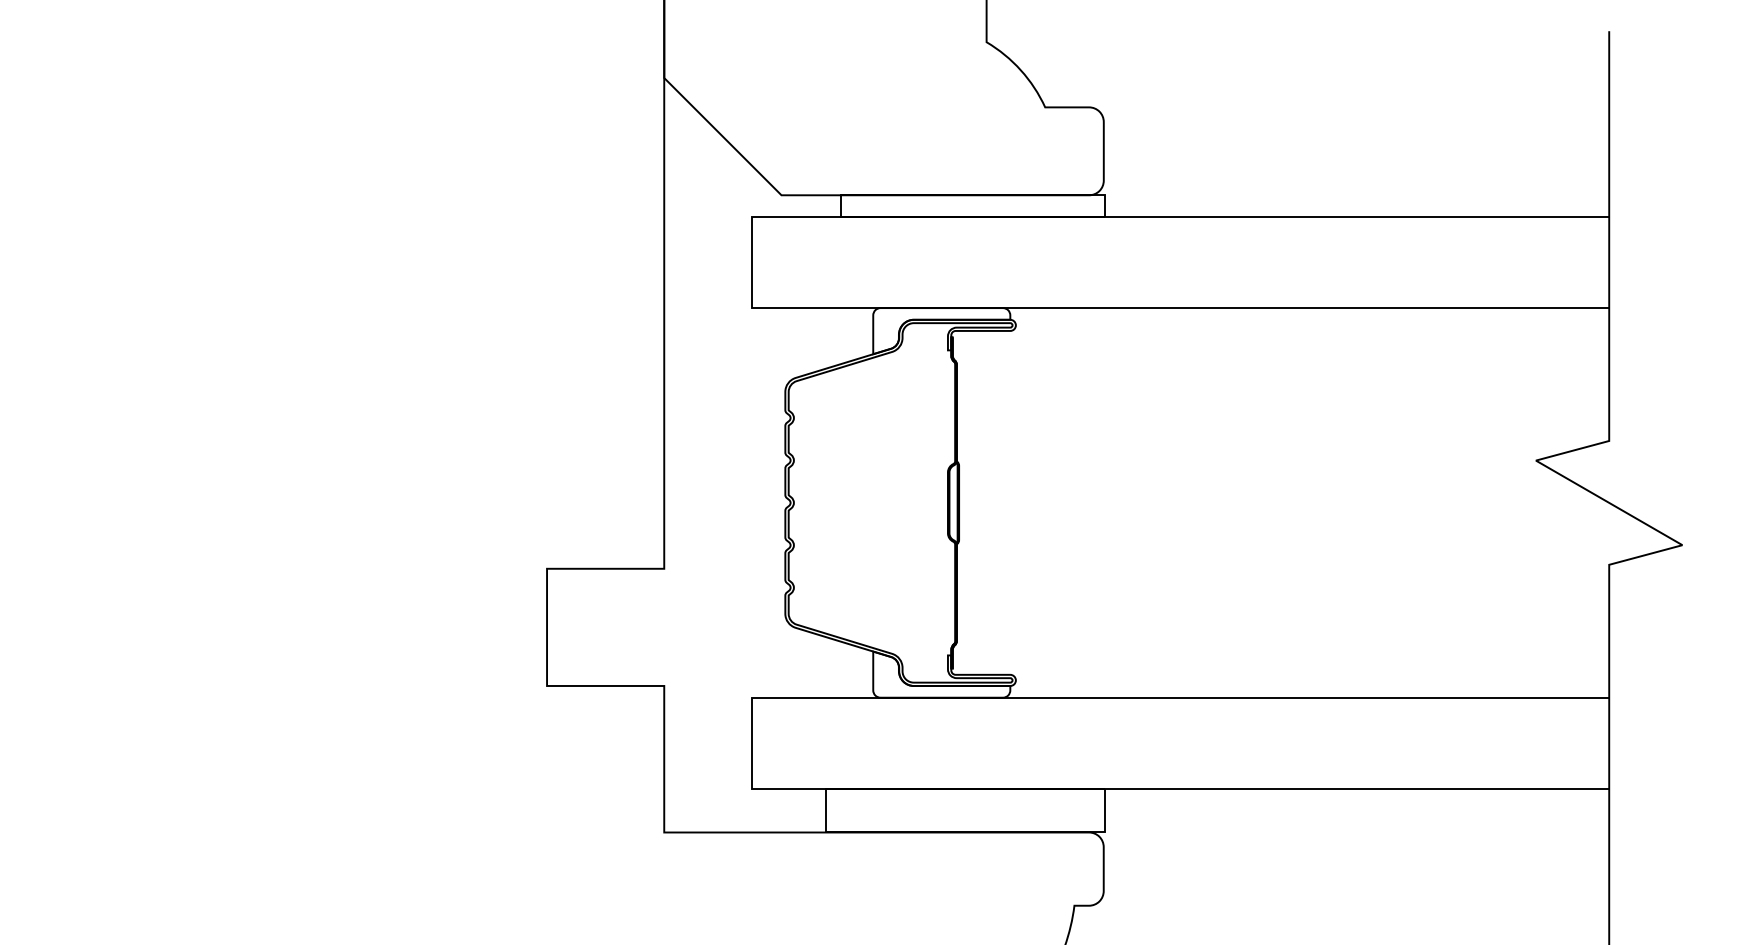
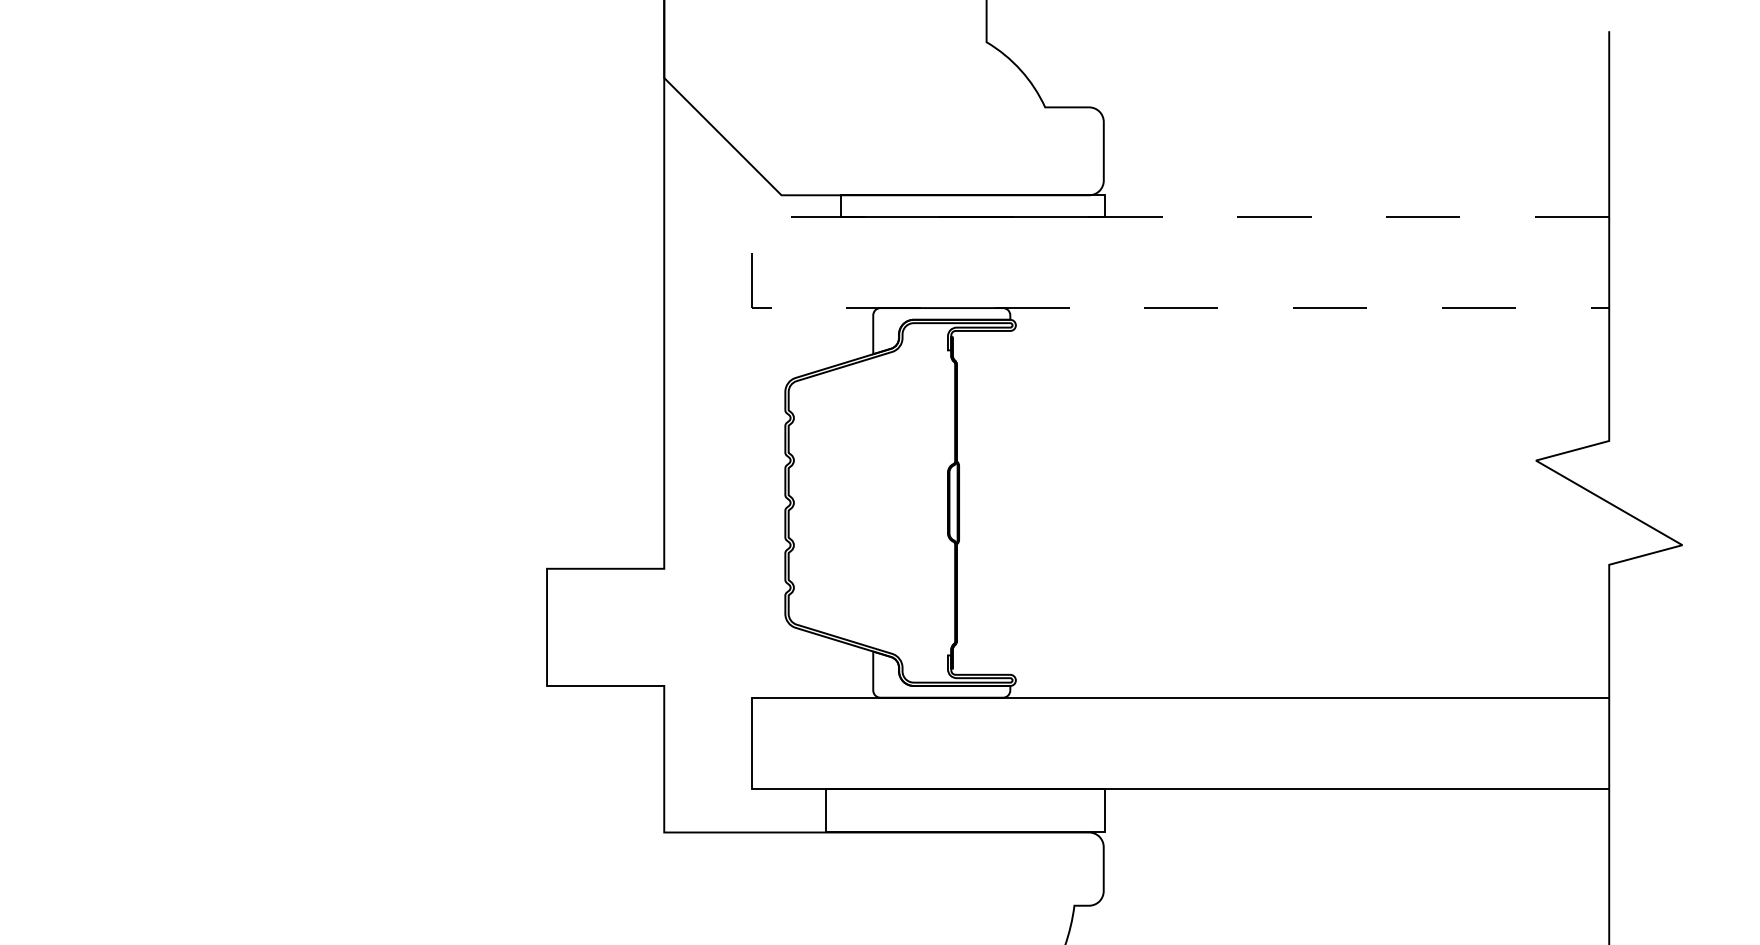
line at (752, 263): solid -> dashed
